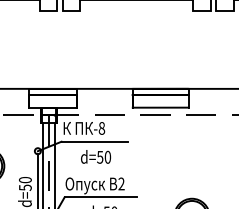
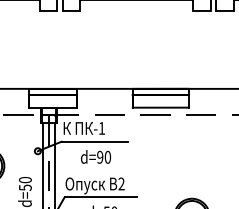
text at (101, 128): -8 -> -1
text at (100, 156): d=50 -> d=90
line at (37, 179): present -> none
